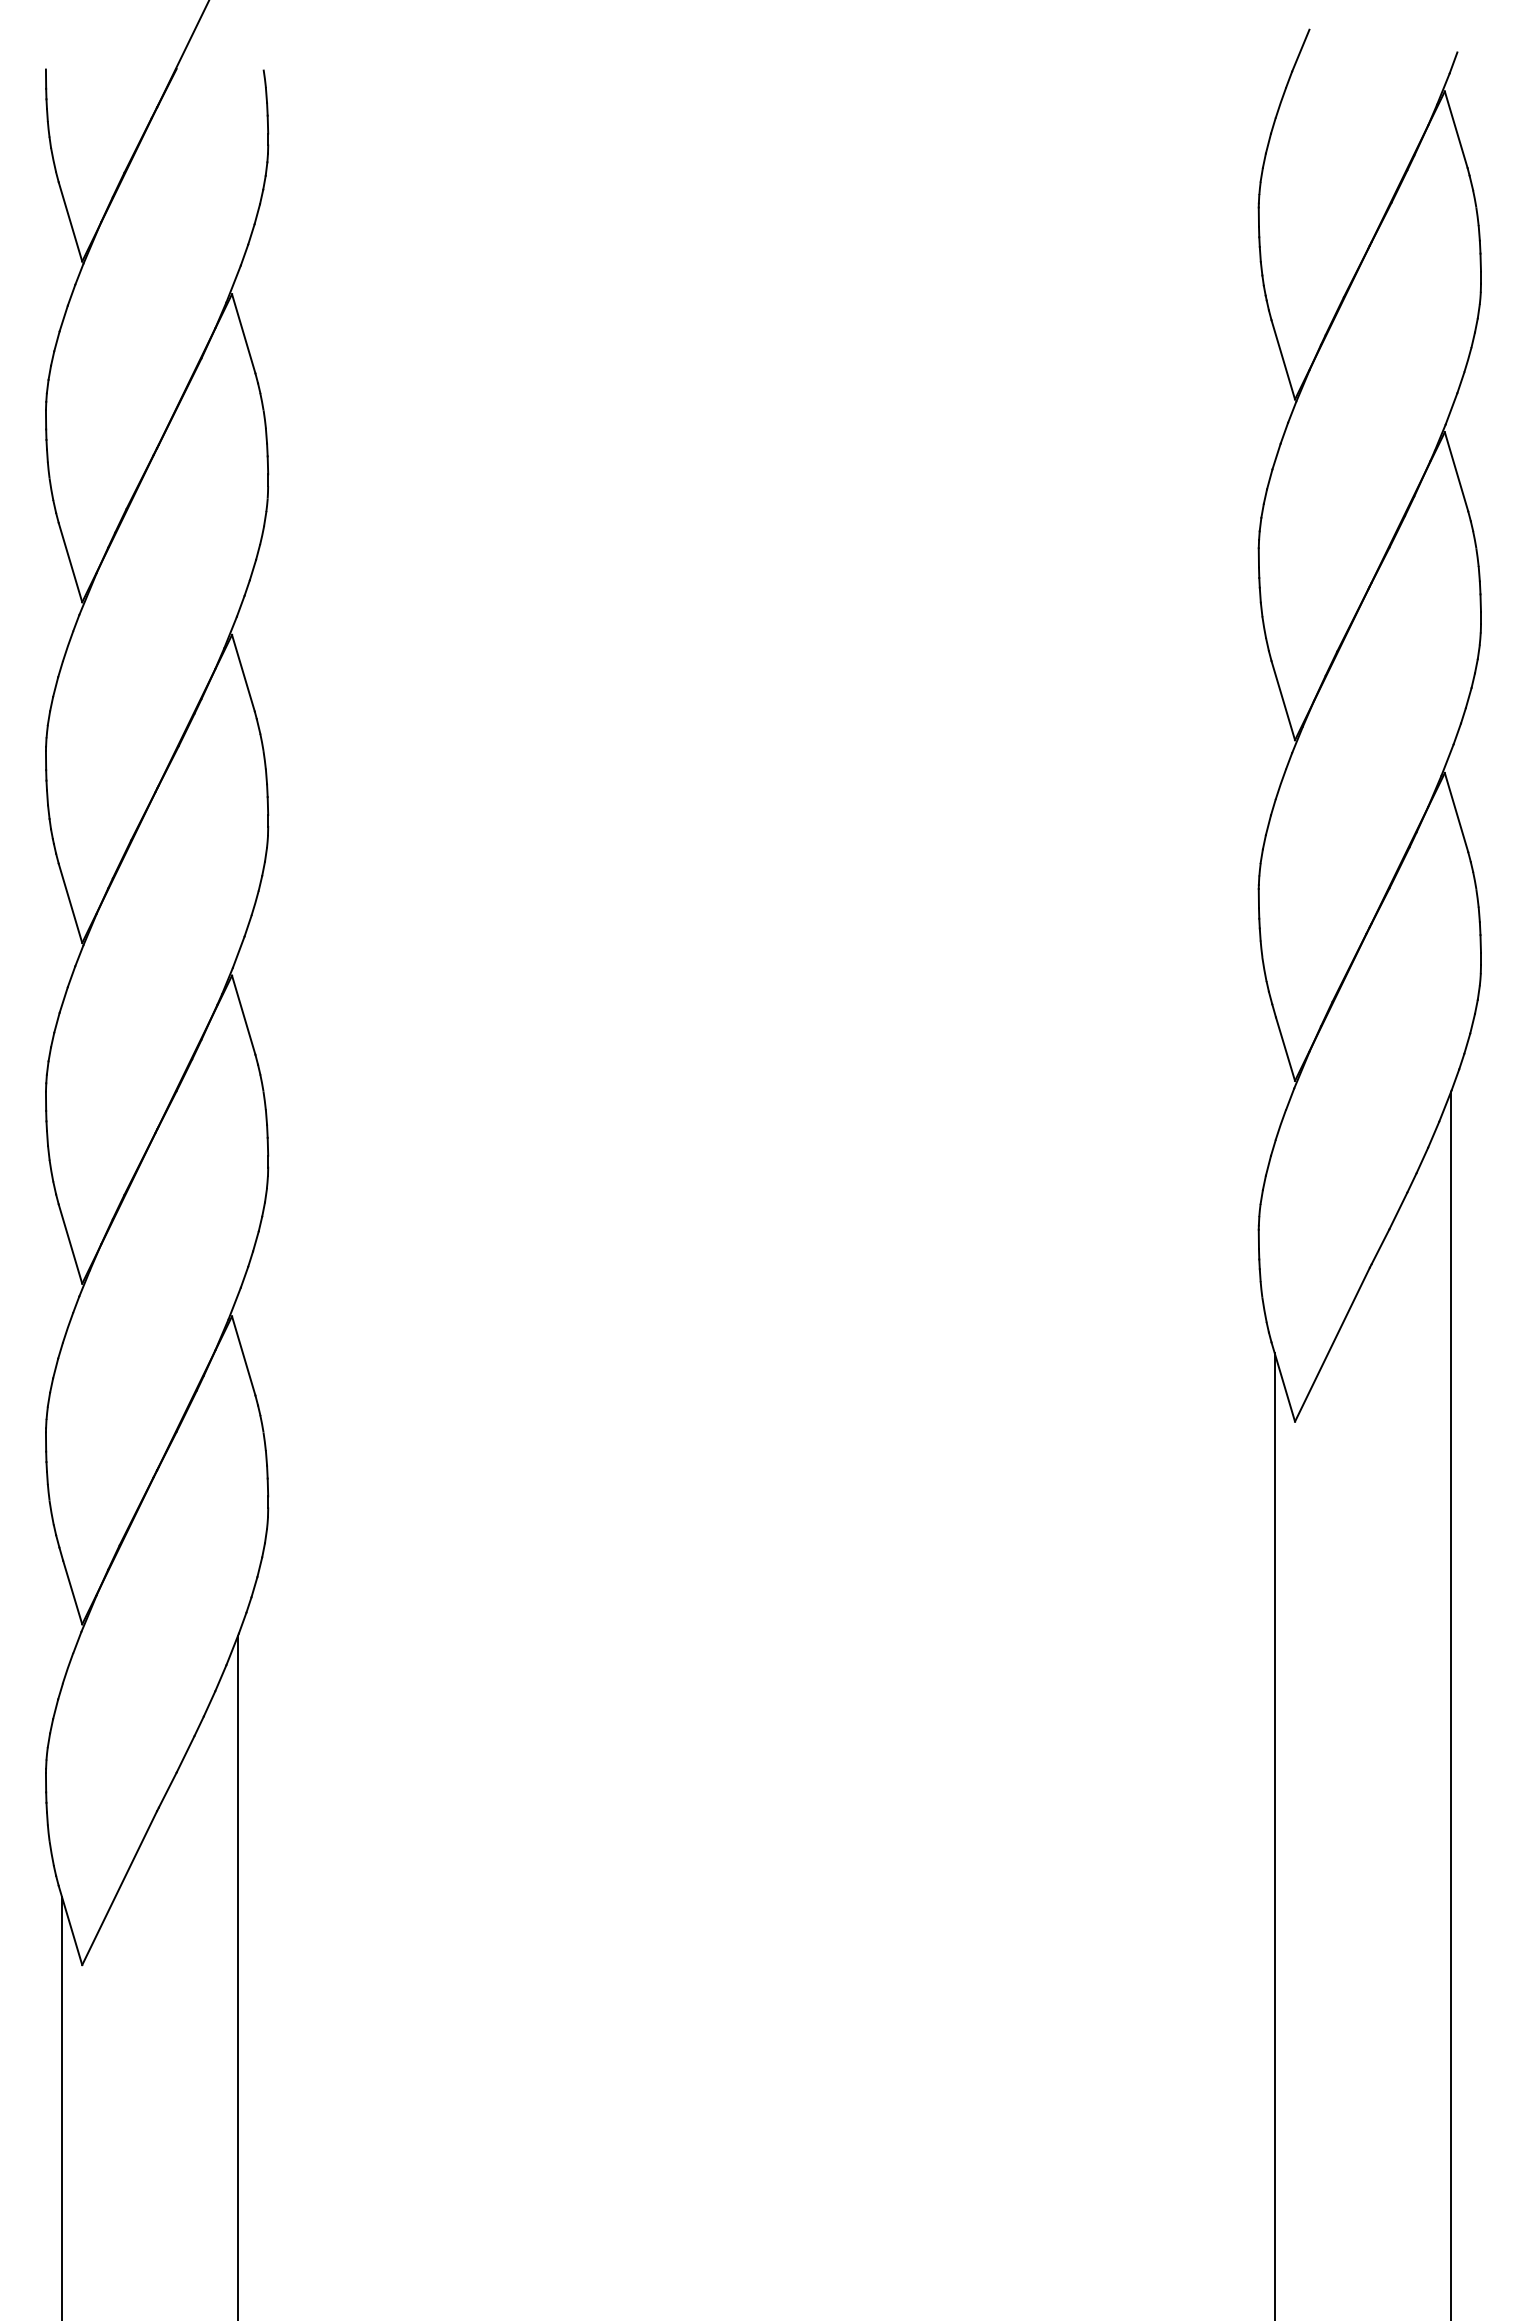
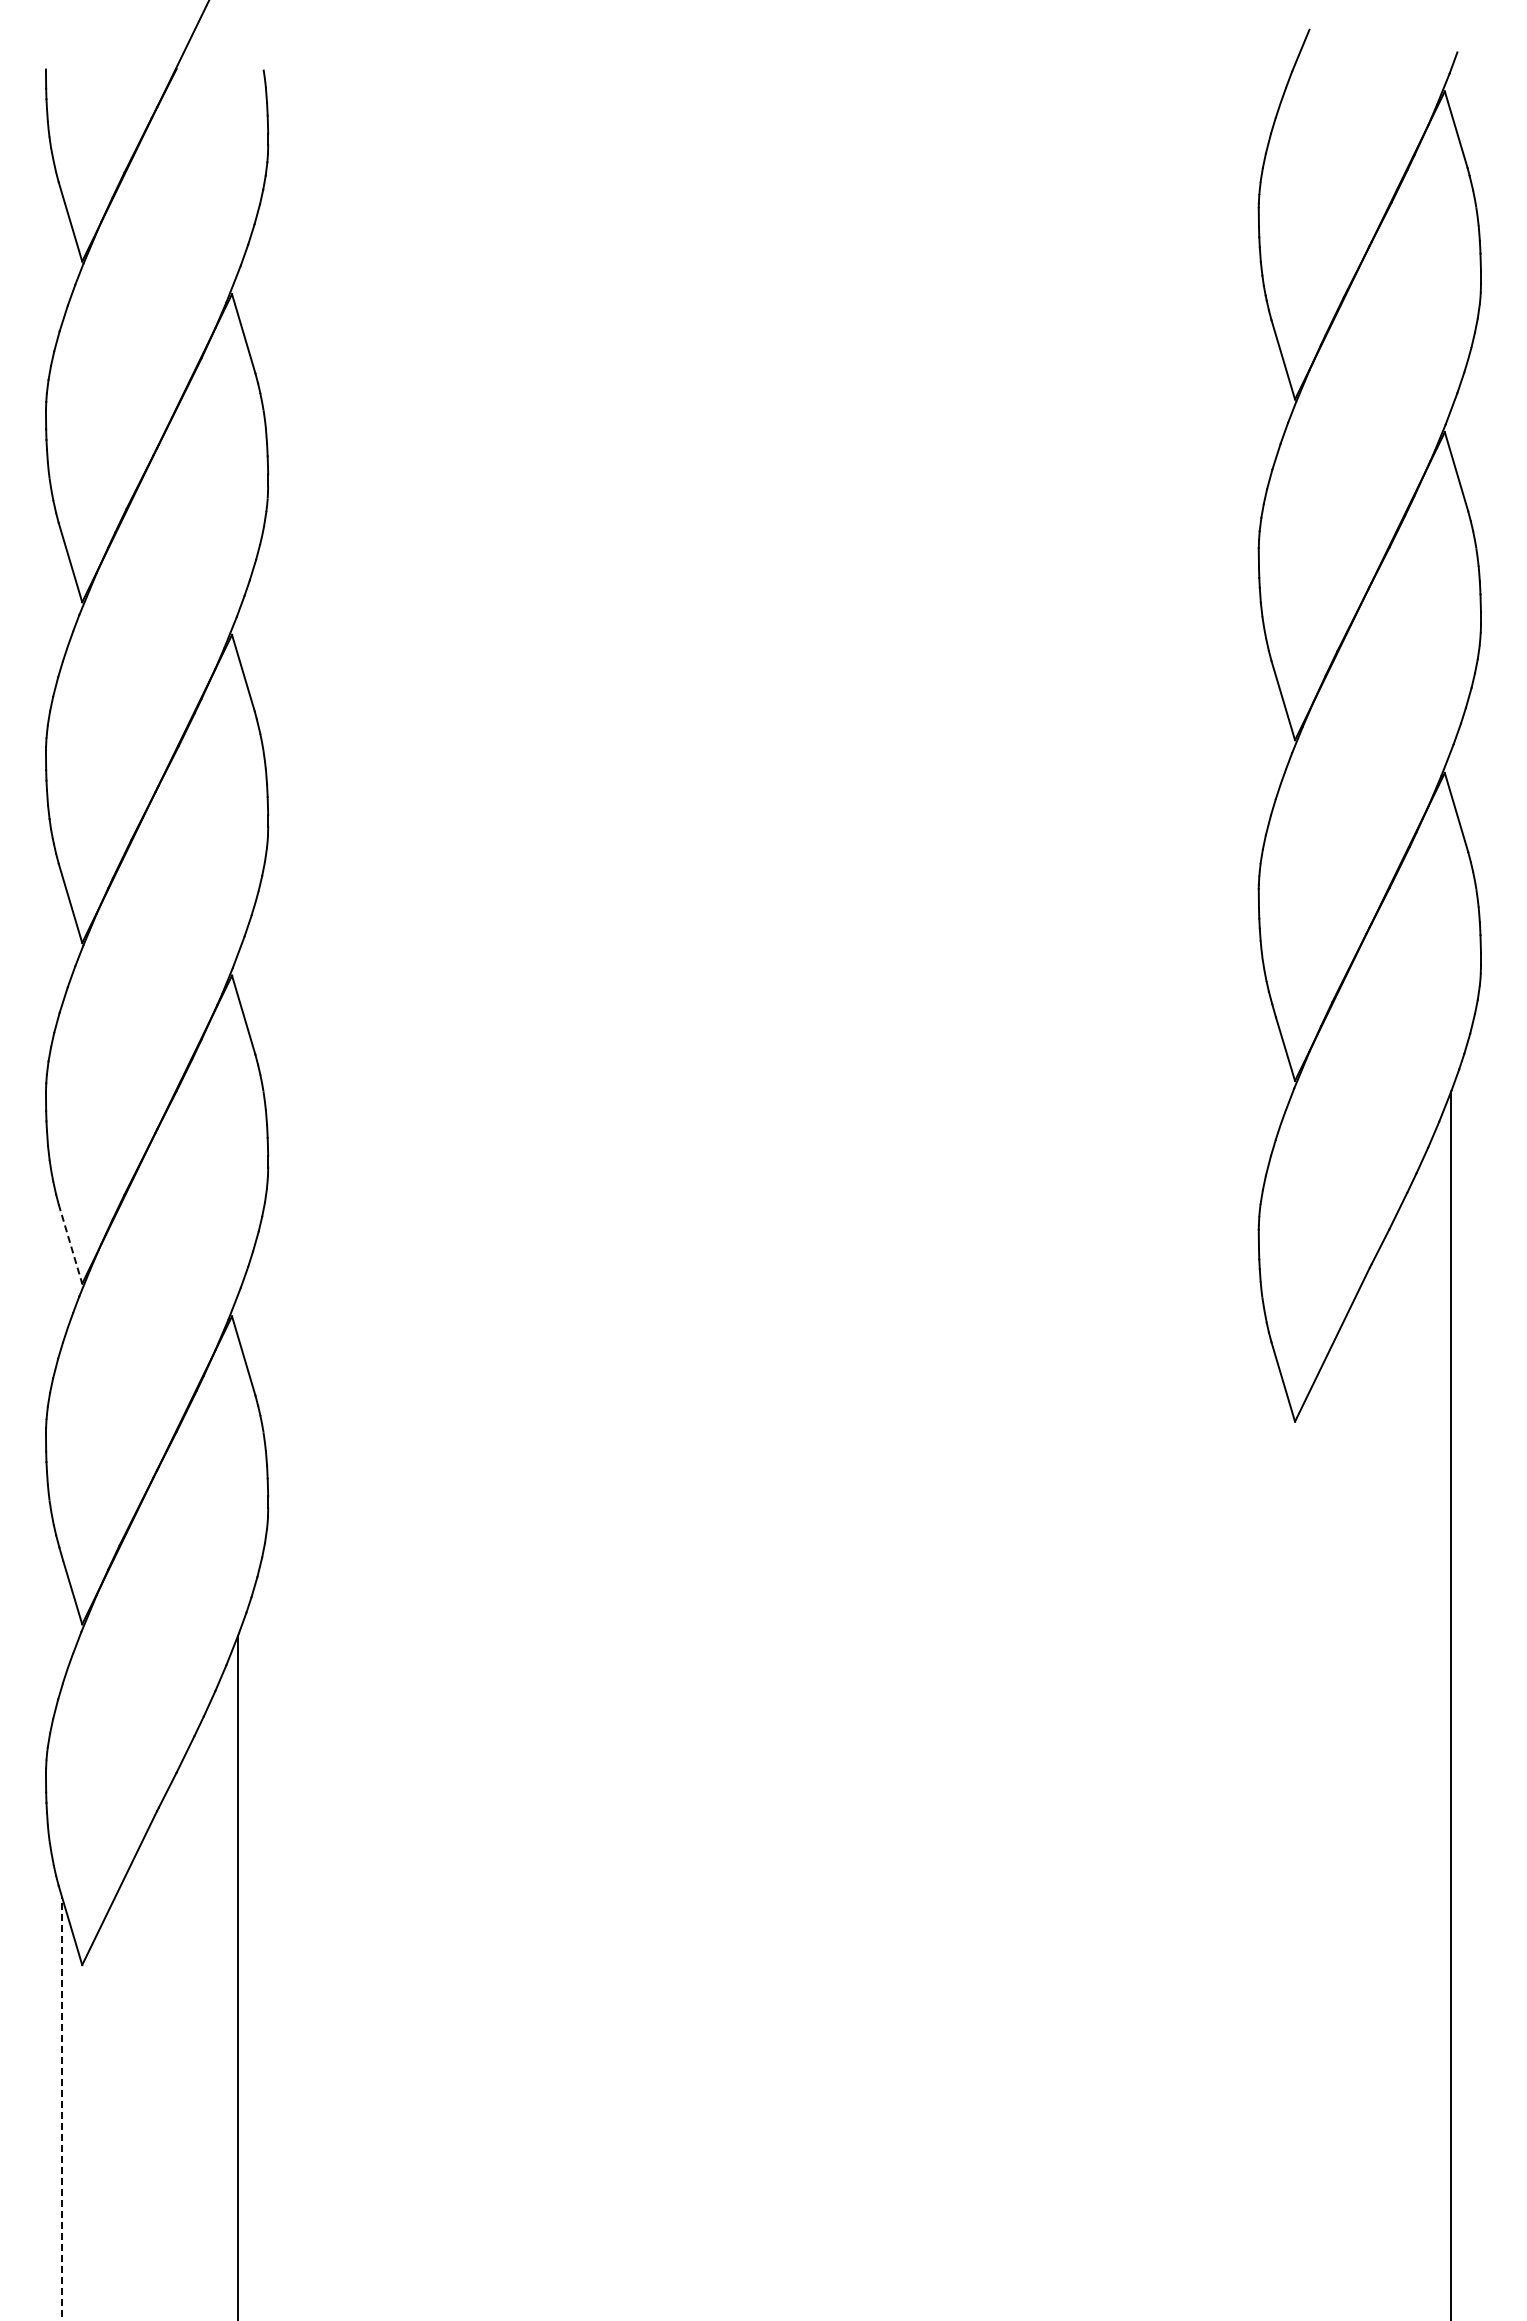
line at (70, 1244): solid -> dashed
line at (1274, 1835): present -> none
line at (62, 2108): solid -> dashed
